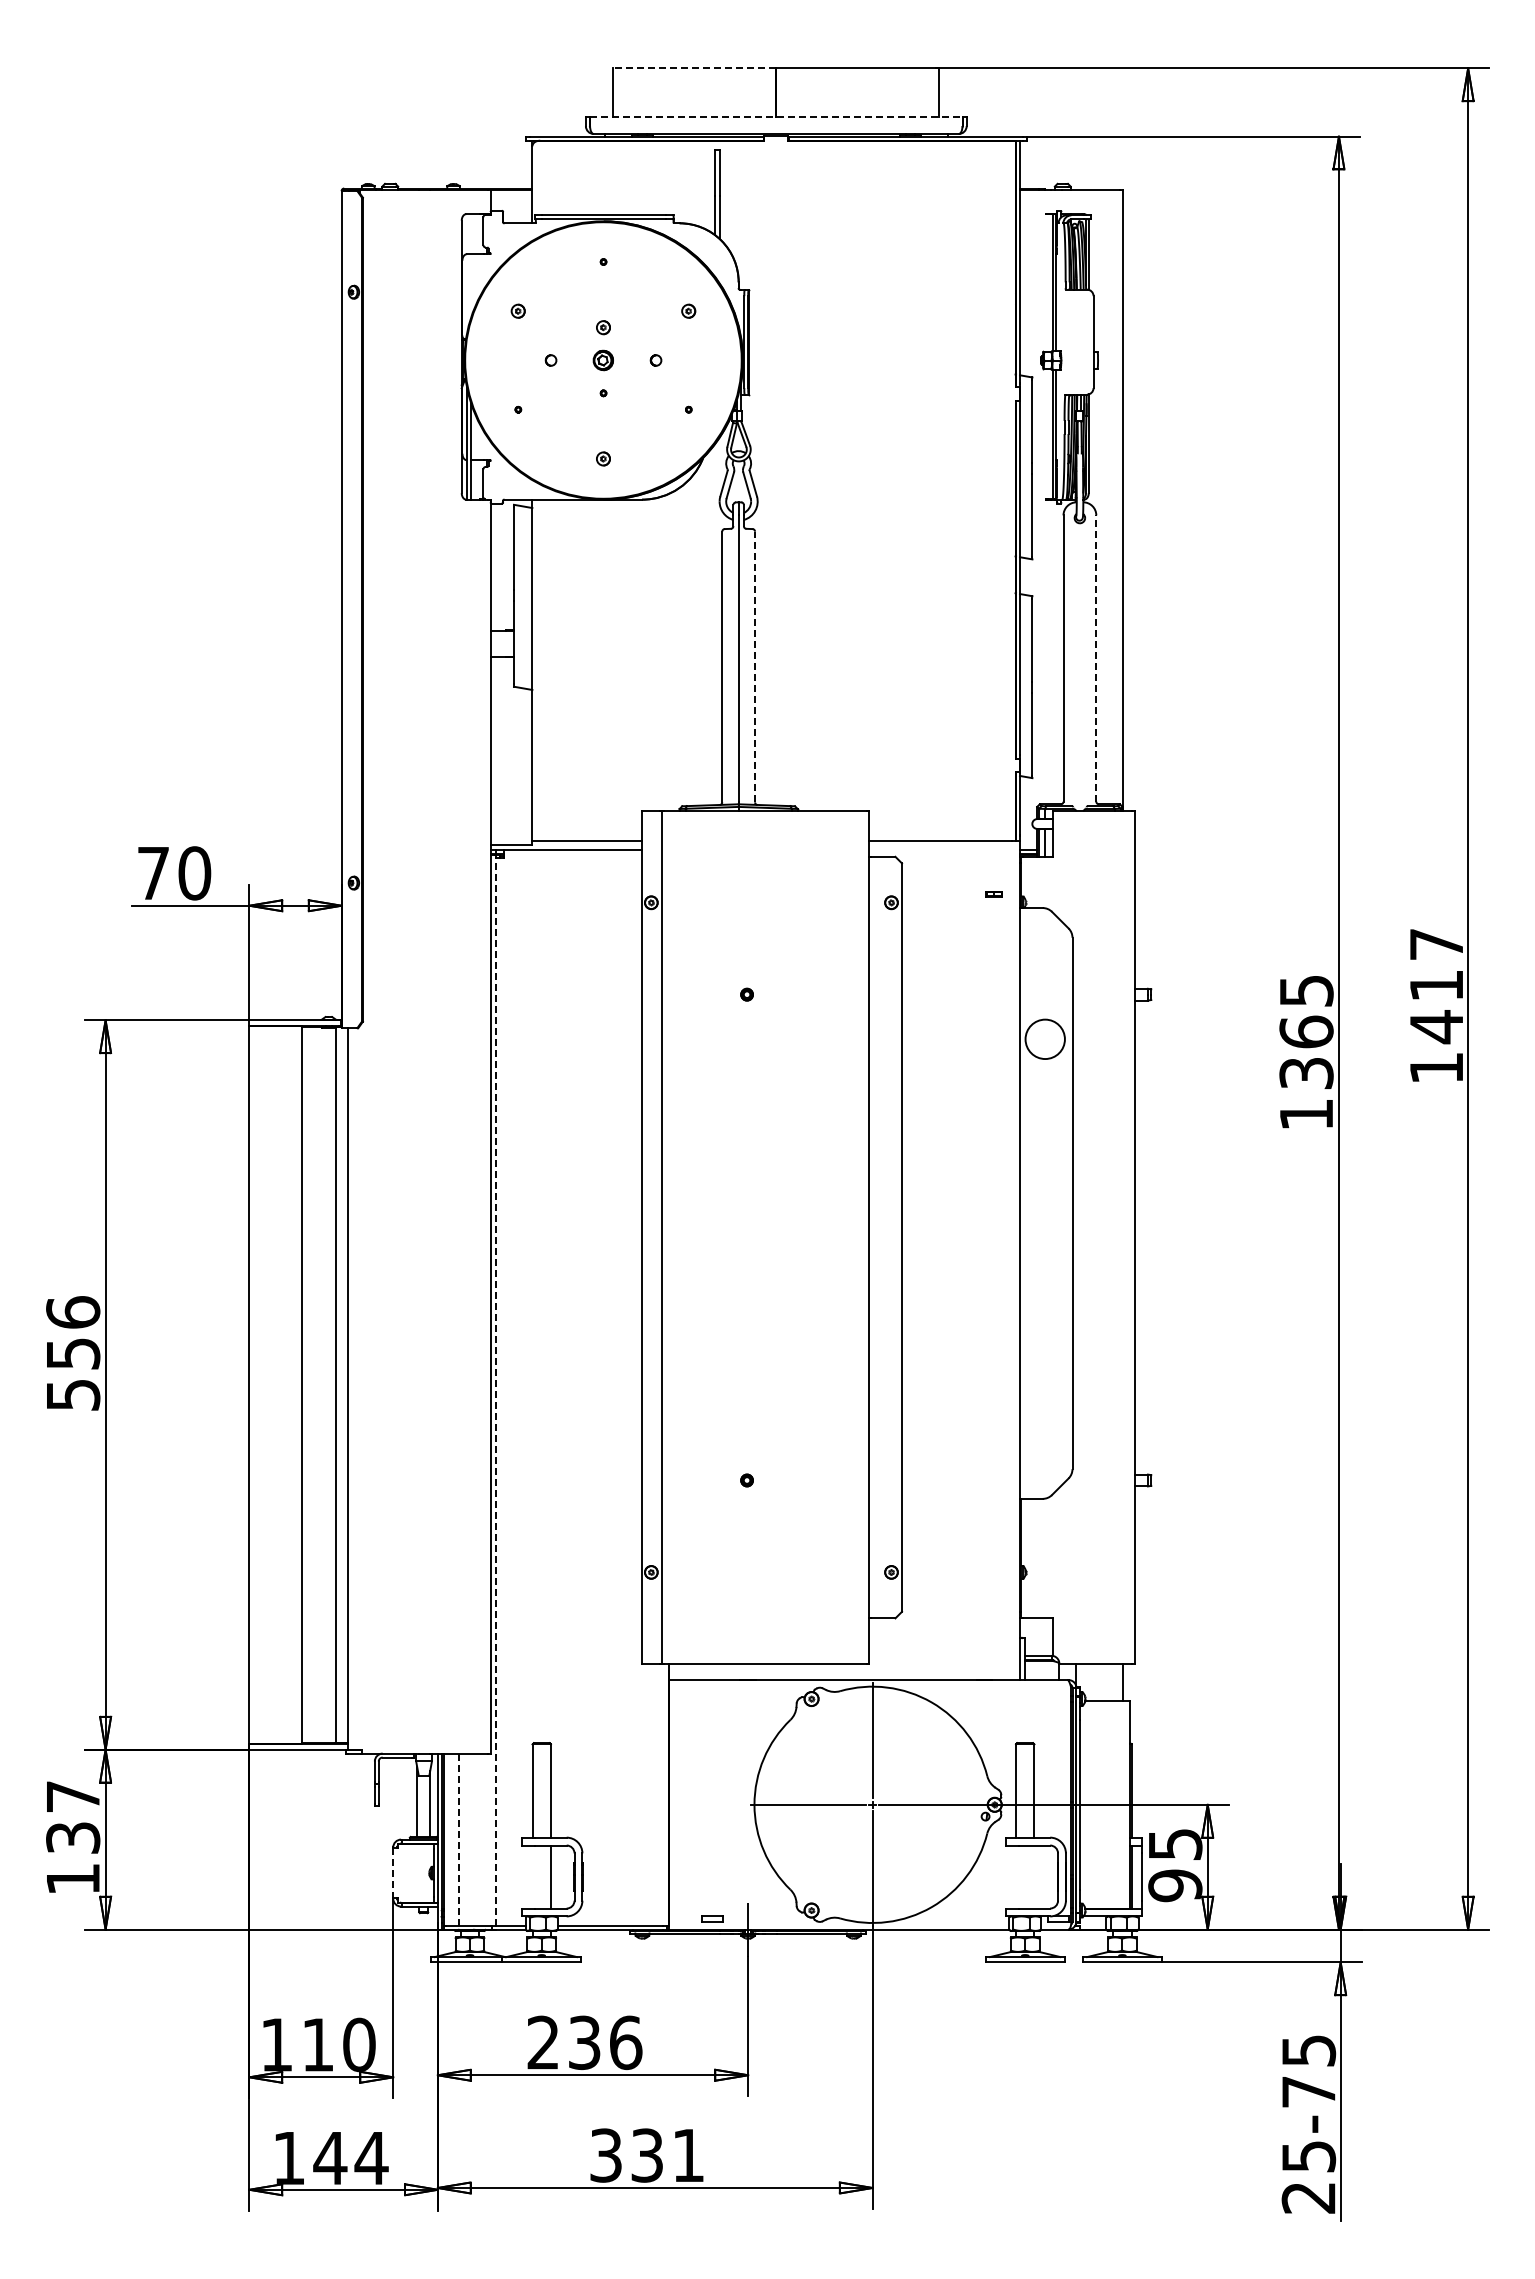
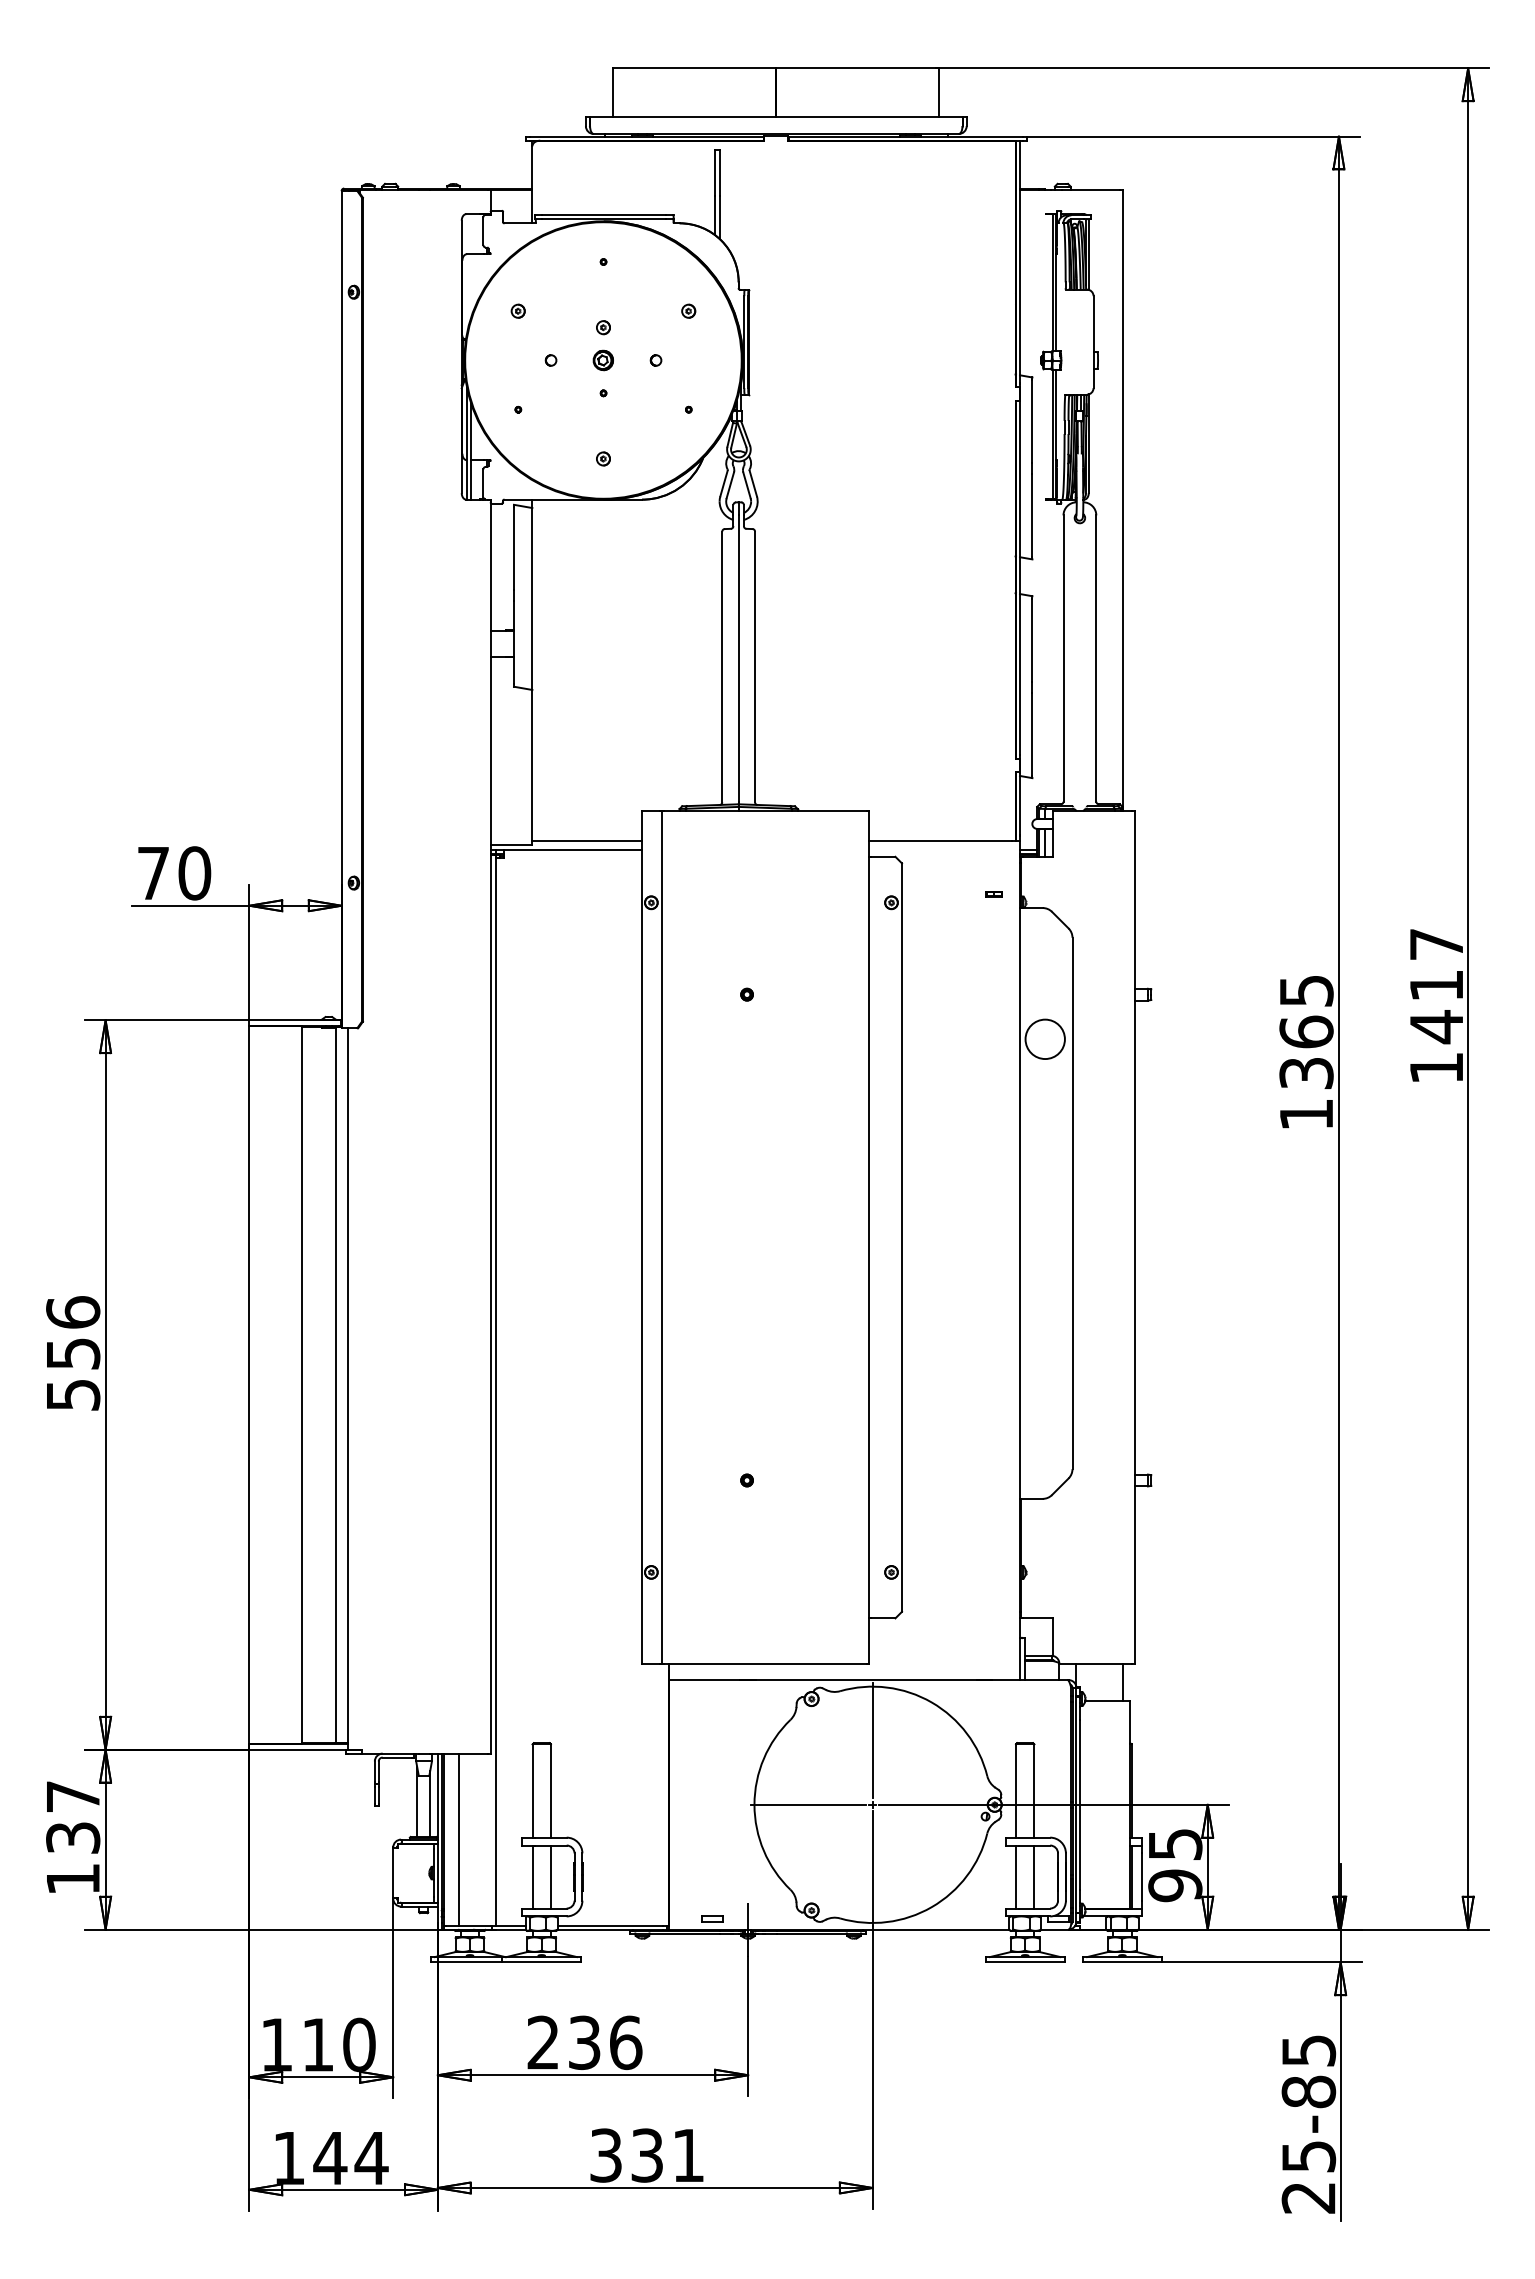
line at (694, 68): dashed -> solid
line at (776, 116): dashed -> solid
line at (1096, 658): dashed -> solid
line at (755, 666): dashed -> solid
line at (495, 1391): dashed -> solid
line at (458, 1839): dashed -> solid
line at (393, 1873): dashed -> solid
line at (532, 1876): none -> present
line at (1016, 1876): none -> present
line at (1034, 1876): none -> present
text at (1308, 2091): 25-75 -> 25-85
